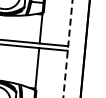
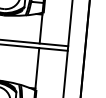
line at (68, 48): dashed -> solid
